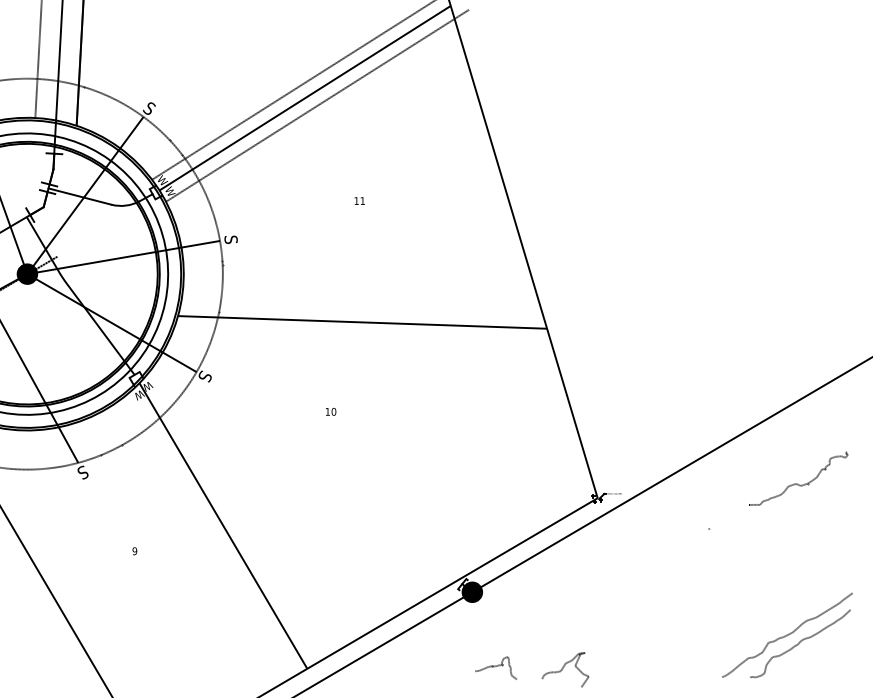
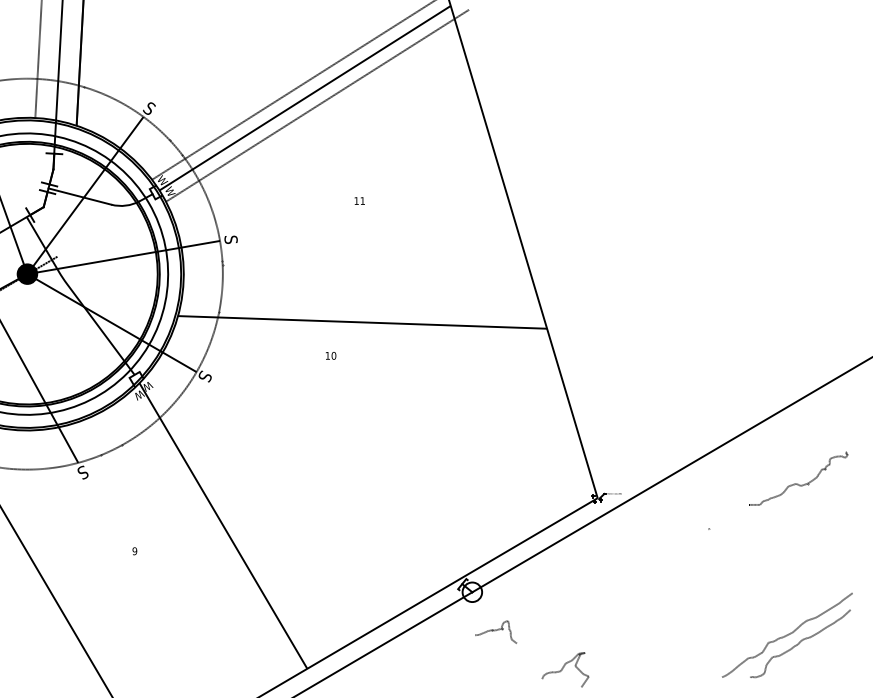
text at (331, 411) position: (331, 411) -> (331, 355)
fill at (472, 592): present -> none
curve at (496, 666) position: (496, 666) -> (496, 630)
